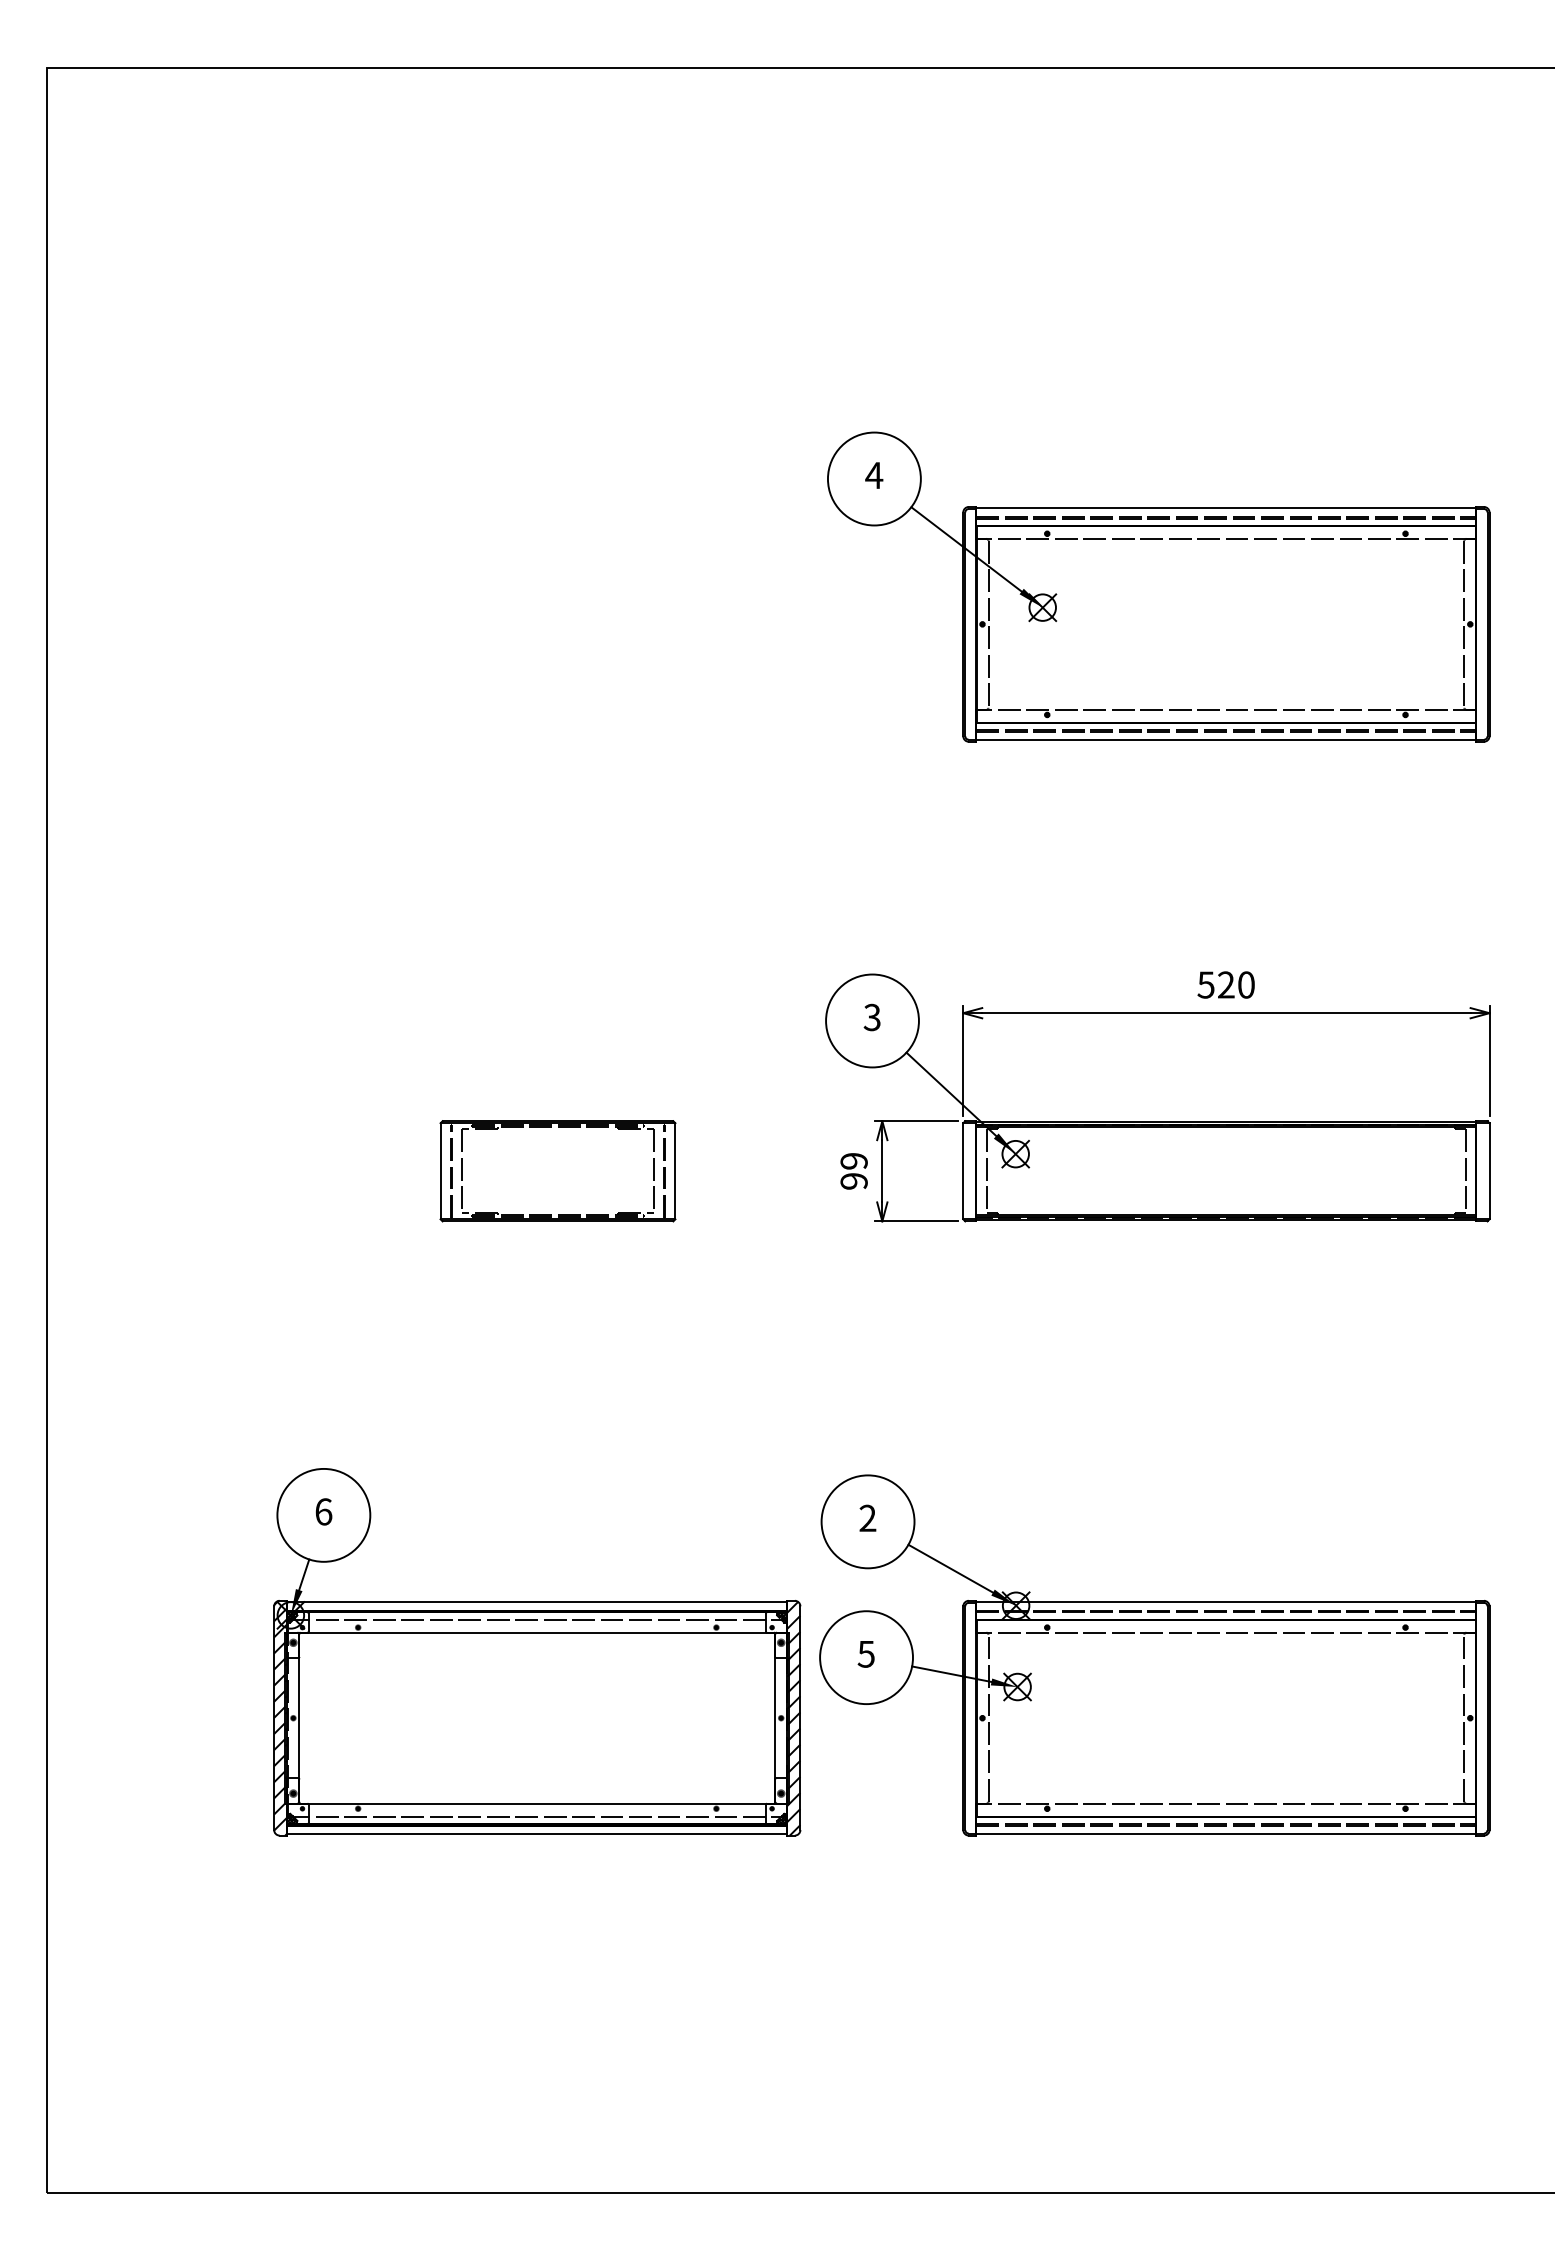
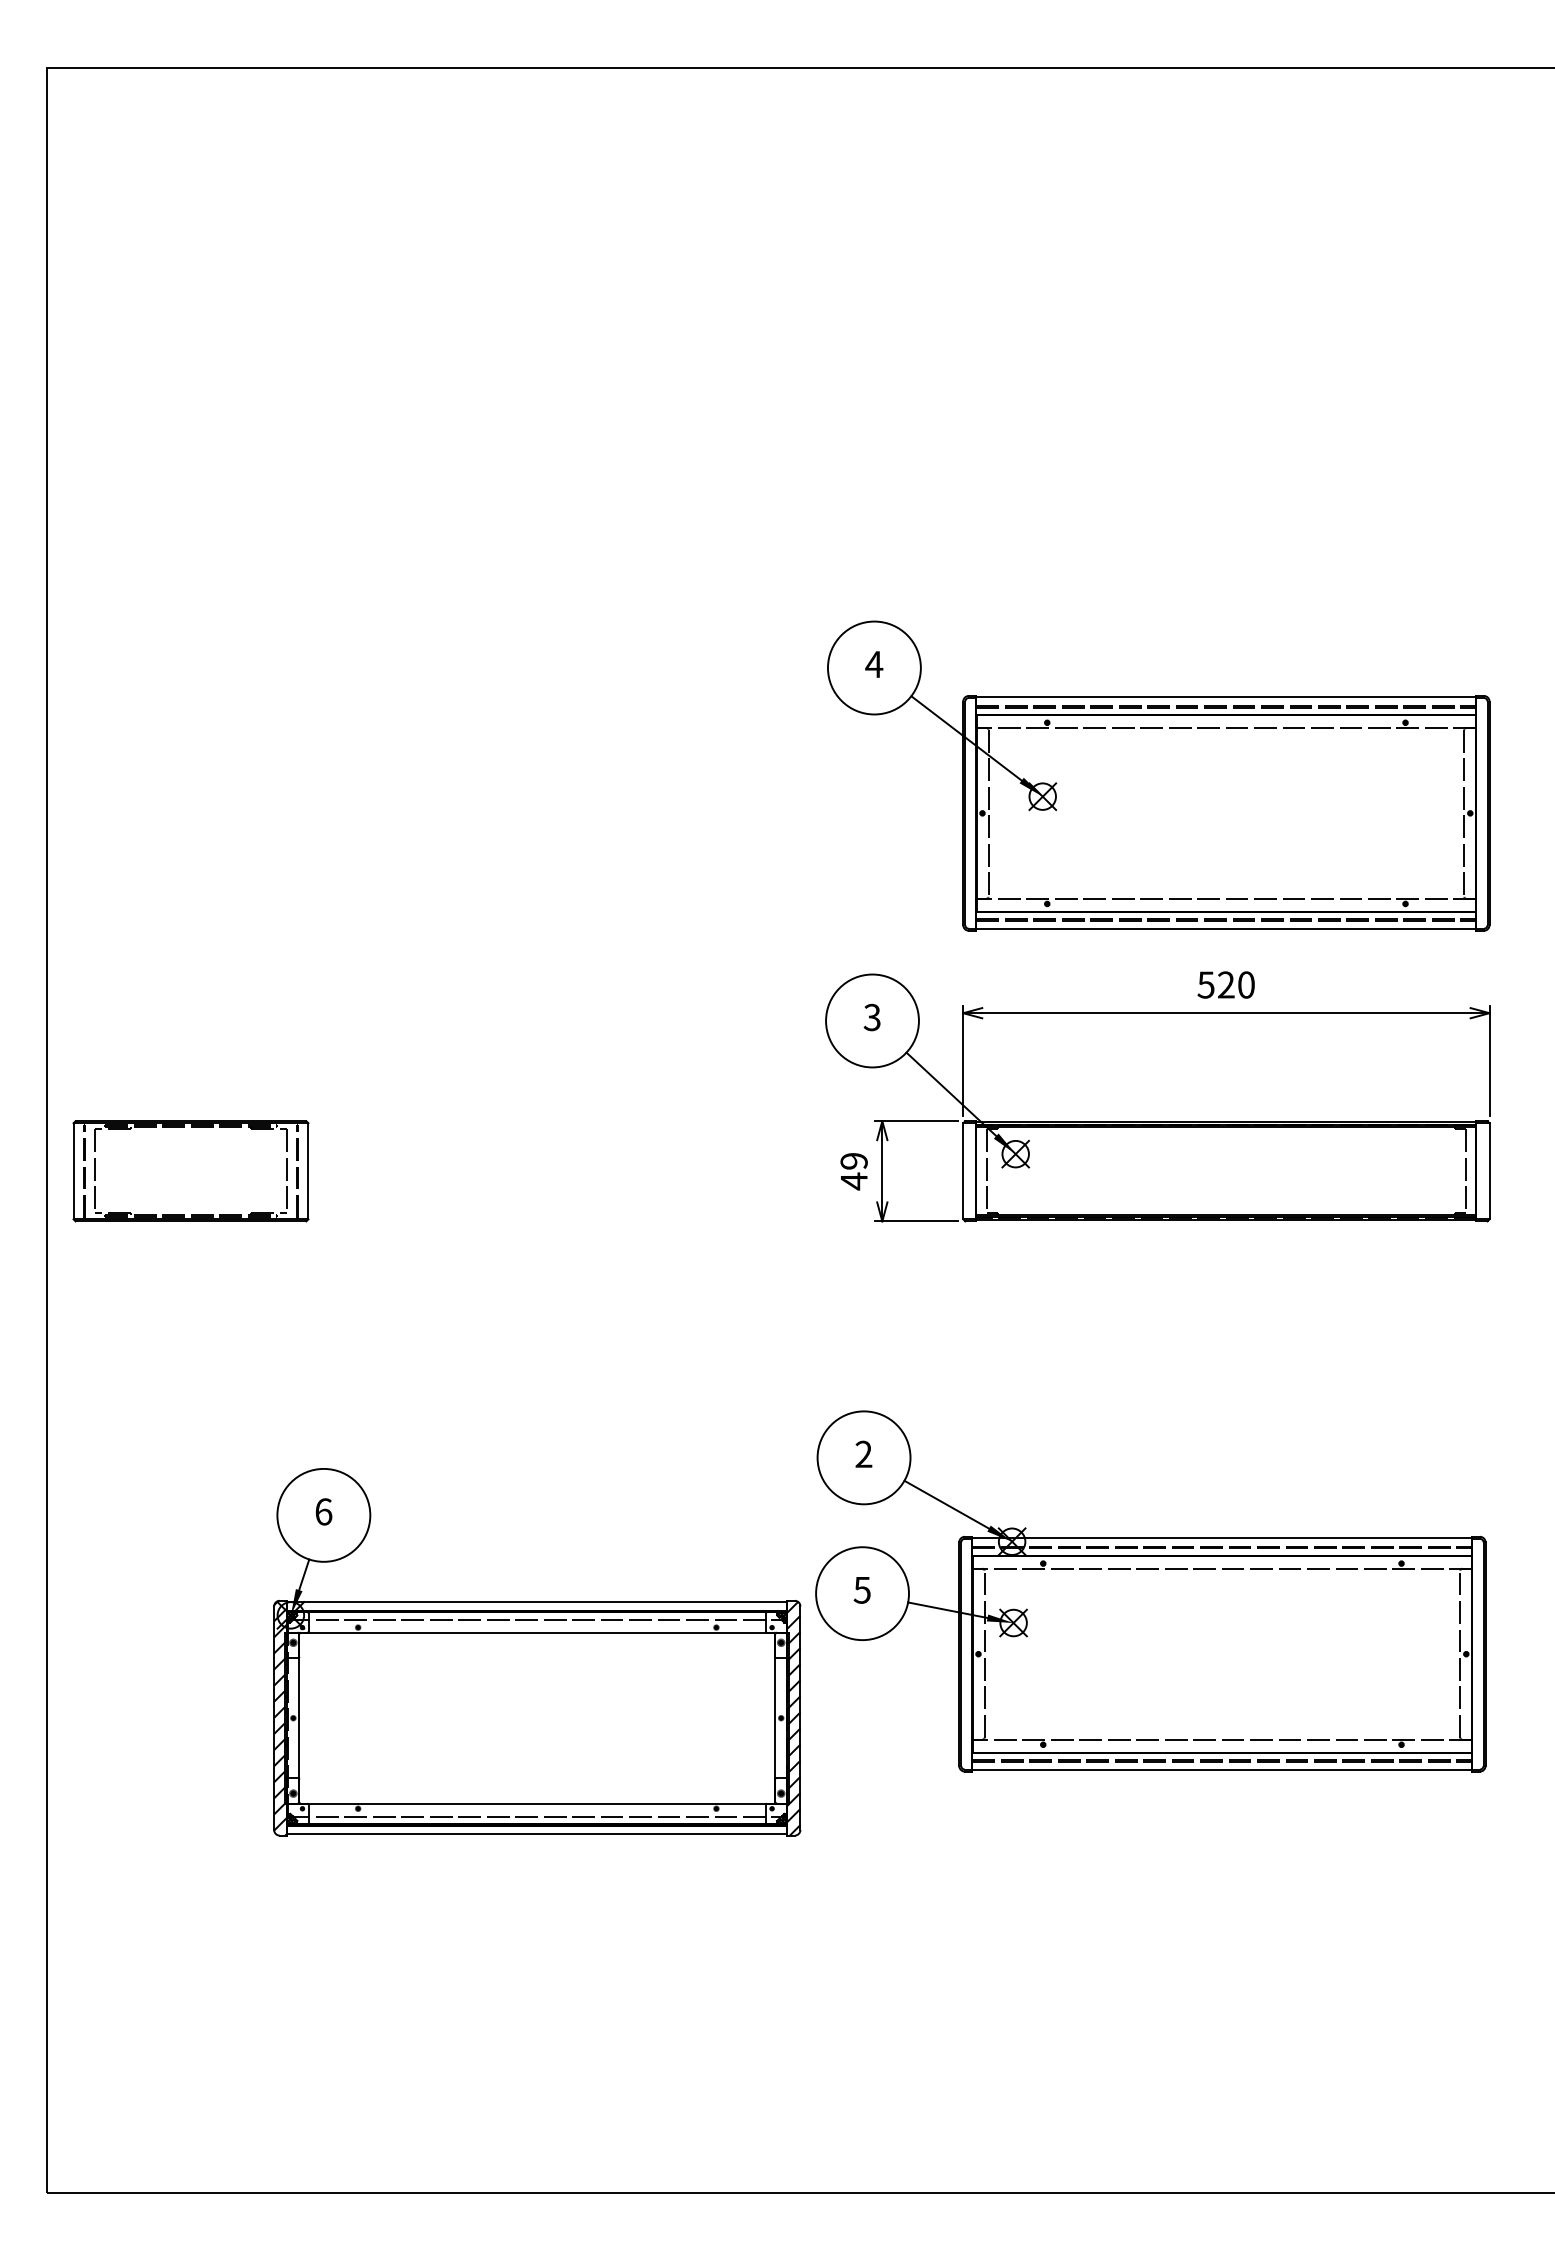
part at (1158, 586) position: (1158, 586) -> (1158, 775)
part at (557, 1171) position: (557, 1171) -> (190, 1171)
text at (853, 1181): 99 -> 49
part at (1154, 1655) position: (1154, 1655) -> (1150, 1591)
